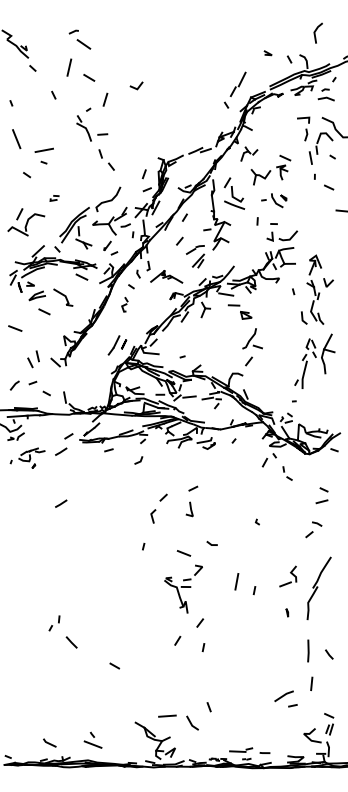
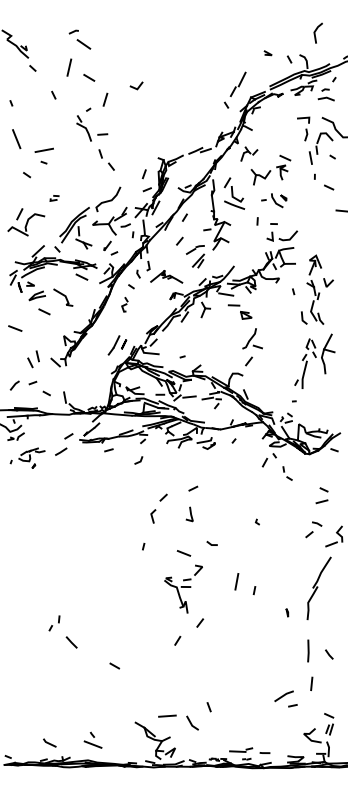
line at (61, 503): present -> none
line at (190, 509) position: (190, 509) -> (190, 514)
part at (288, 576) position: (288, 576) -> (334, 536)
line at (203, 647): present -> none
